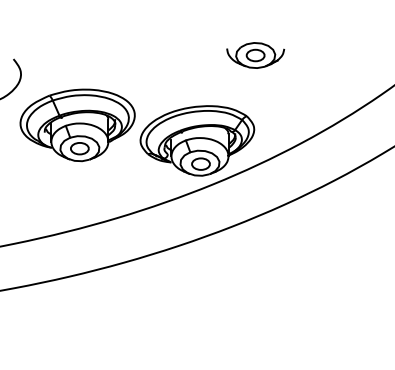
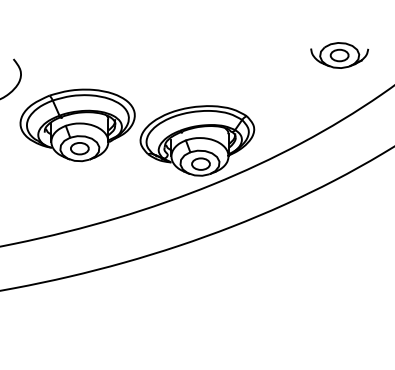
part at (255, 55) position: (255, 55) -> (339, 55)
